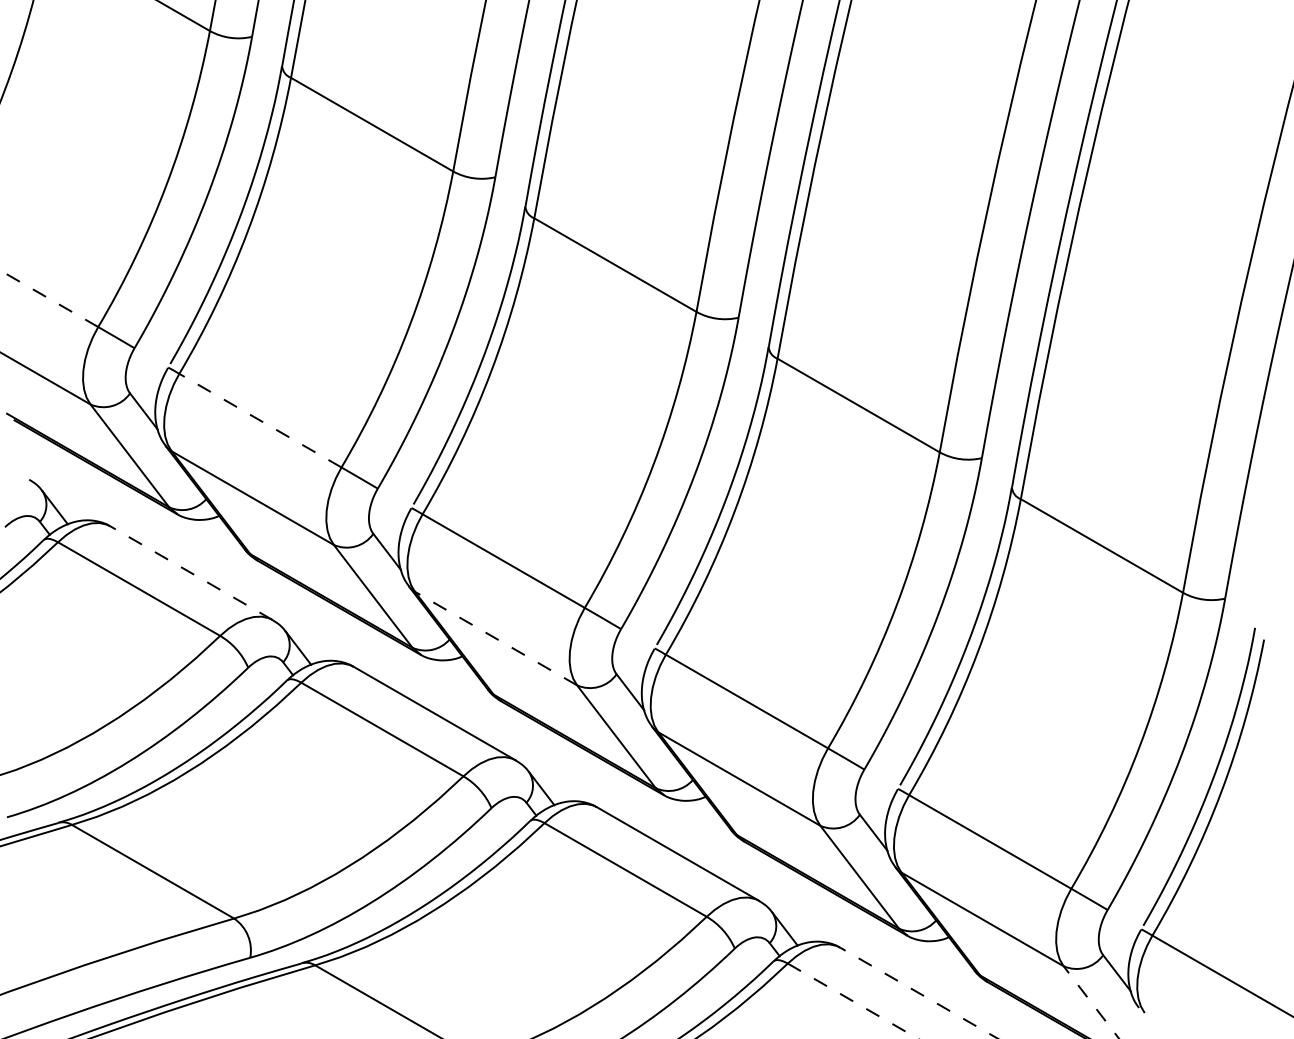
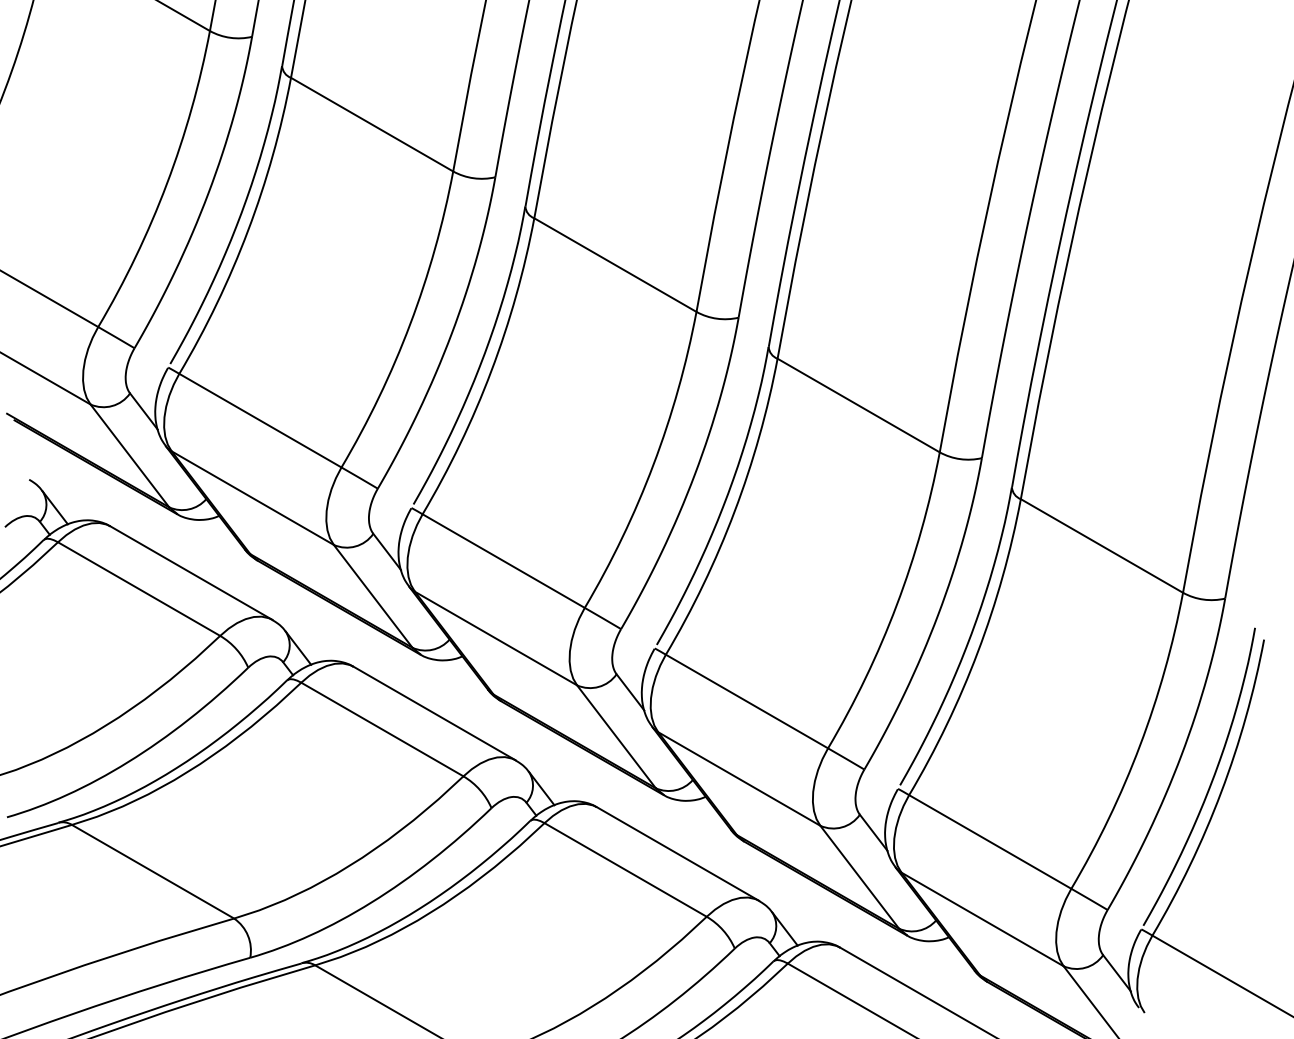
line at (49, 298): dashed -> solid
line at (260, 420): dashed -> solid
line at (191, 573): dashed -> solid
line at (496, 638): dashed -> solid
line at (918, 992): dashed -> solid
line at (853, 1001): dashed -> solid
line at (1090, 1001): dashed -> solid
